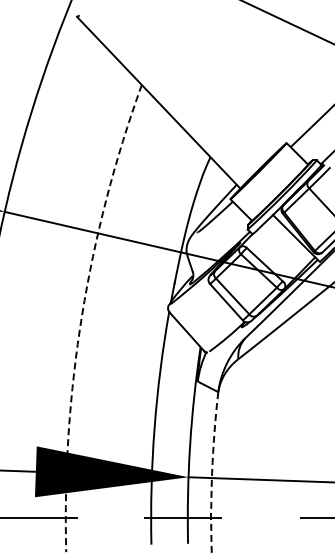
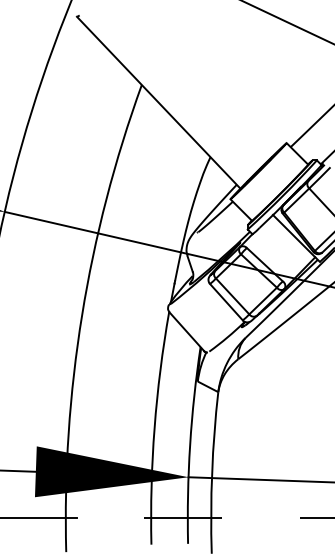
arc at (82, 315): dashed -> solid
arc at (212, 472): dashed -> solid
